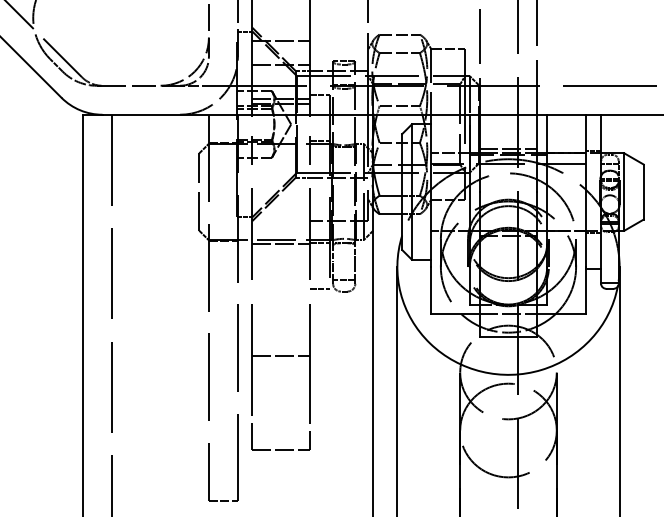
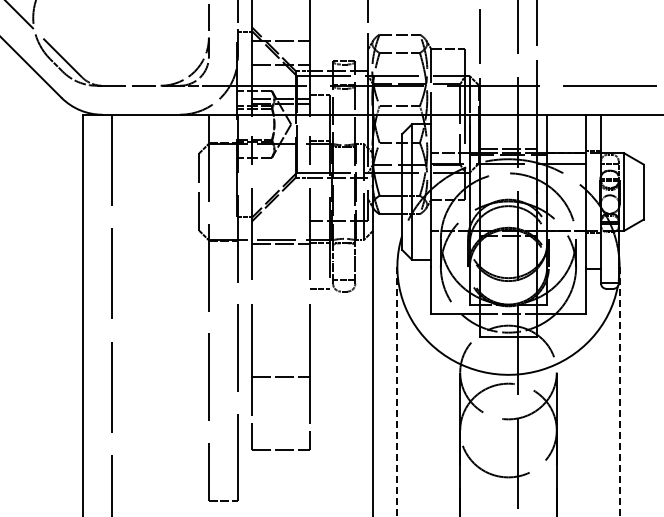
line at (281, 356) position: (281, 356) -> (281, 377)
line at (397, 392): solid -> dashed
line at (619, 392): solid -> dashed
